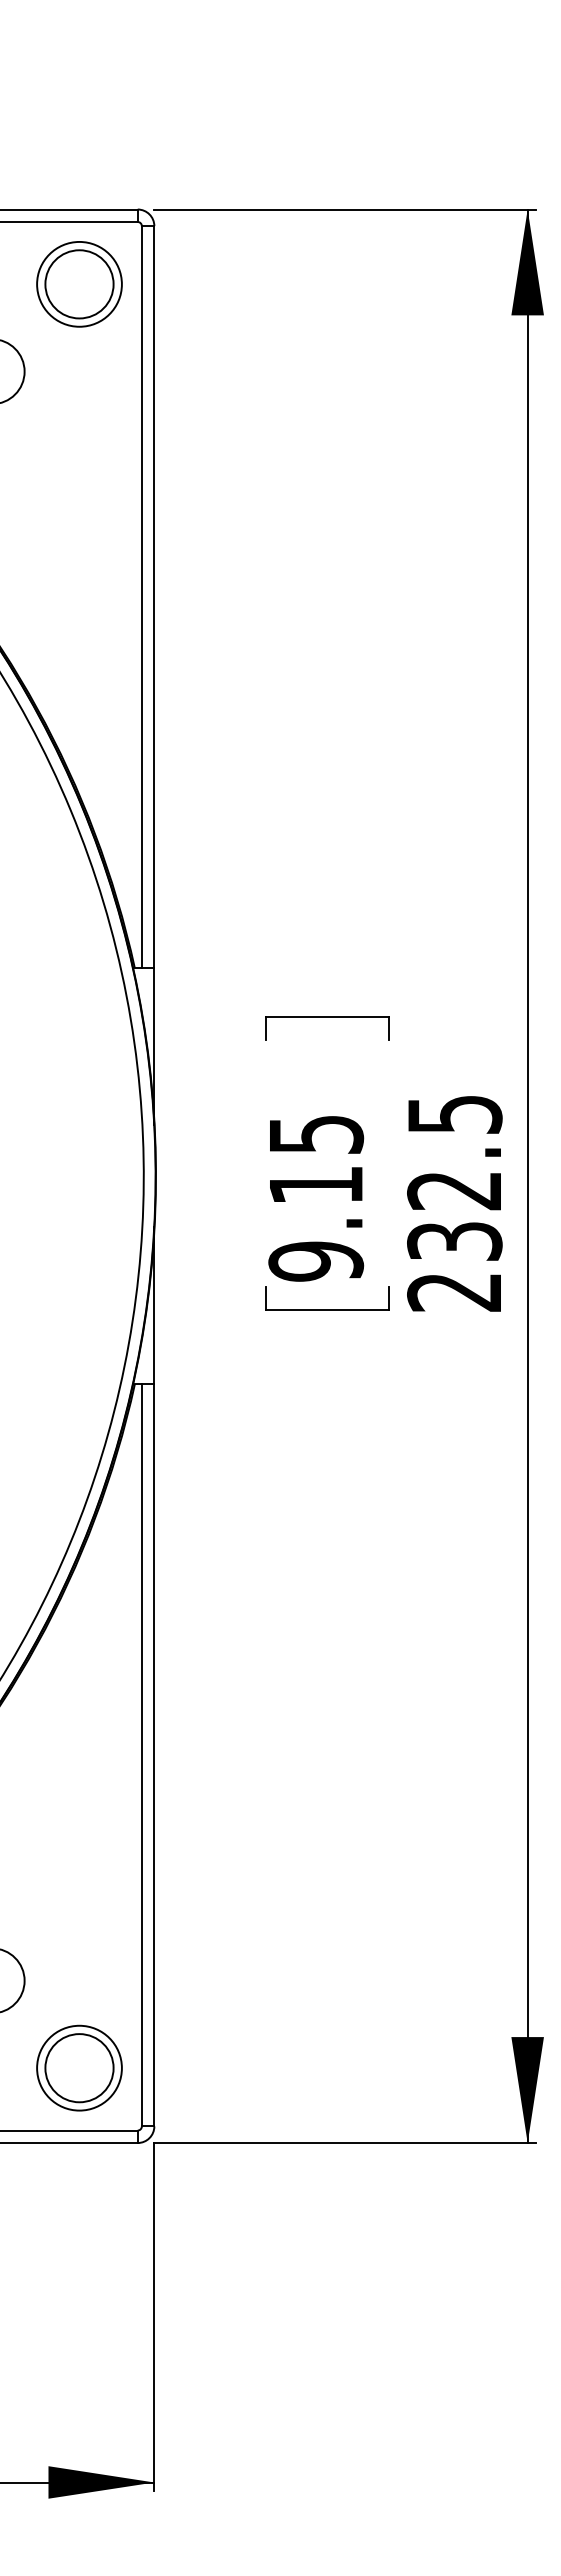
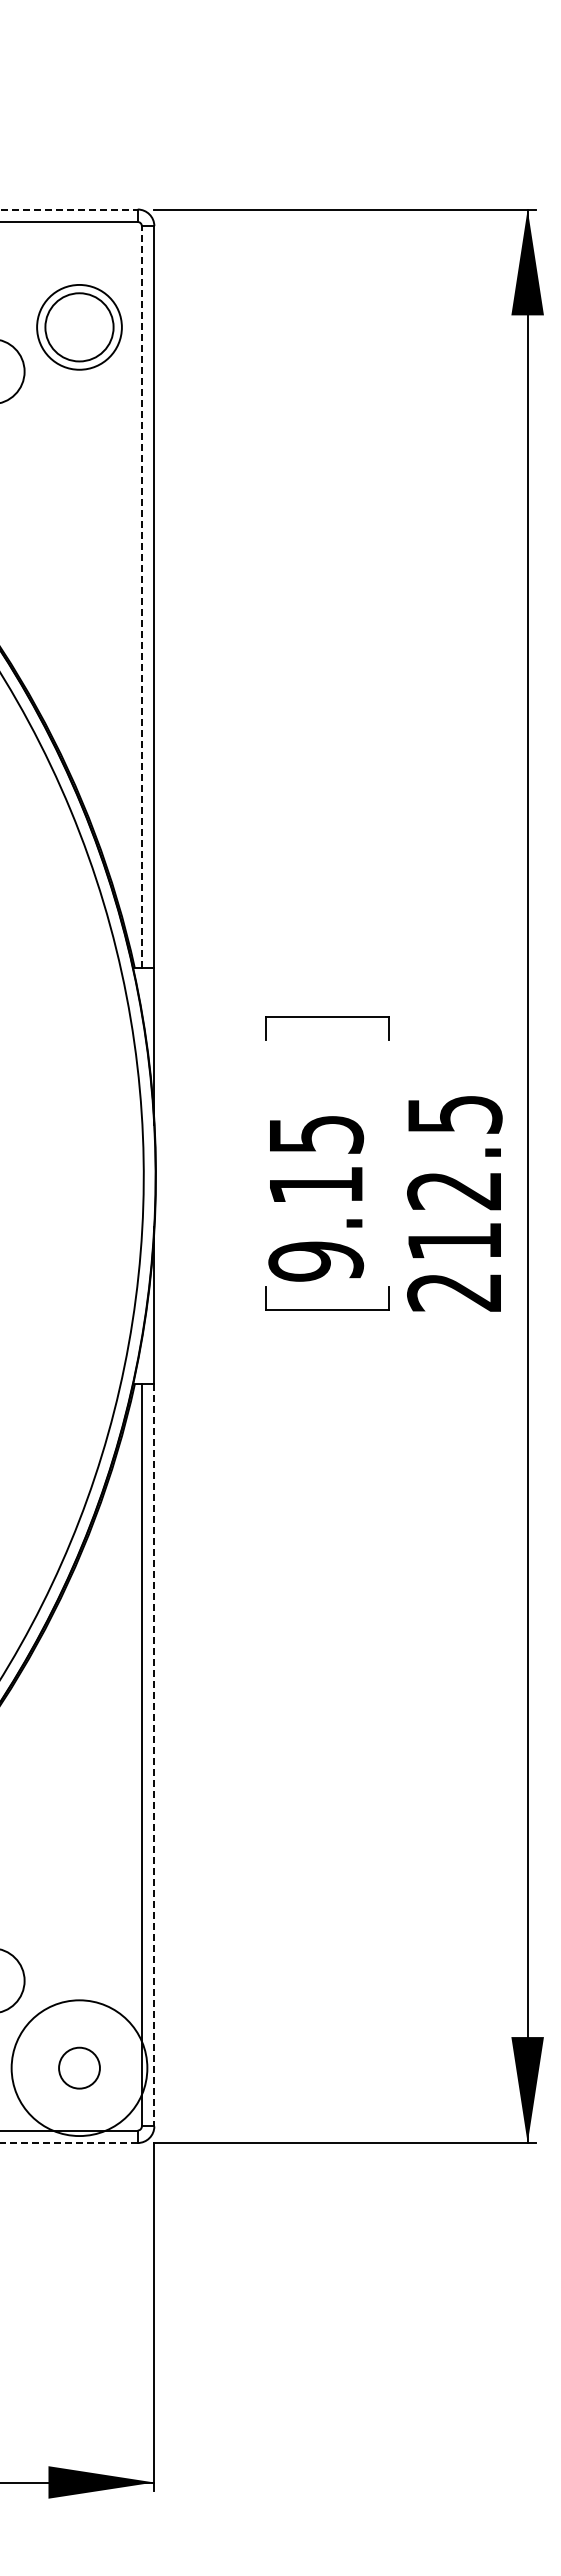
line at (69, 209): solid -> dashed
part at (79, 284) position: (79, 284) -> (79, 327)
line at (141, 596): solid -> dashed
text at (454, 1241): 232.5 -> 212.5
line at (154, 1755): solid -> dashed
circle at (79, 2067) diameter: 85 px -> 136 px
circle at (79, 2068) diameter: 68 px -> 41 px
line at (68, 2143): solid -> dashed
